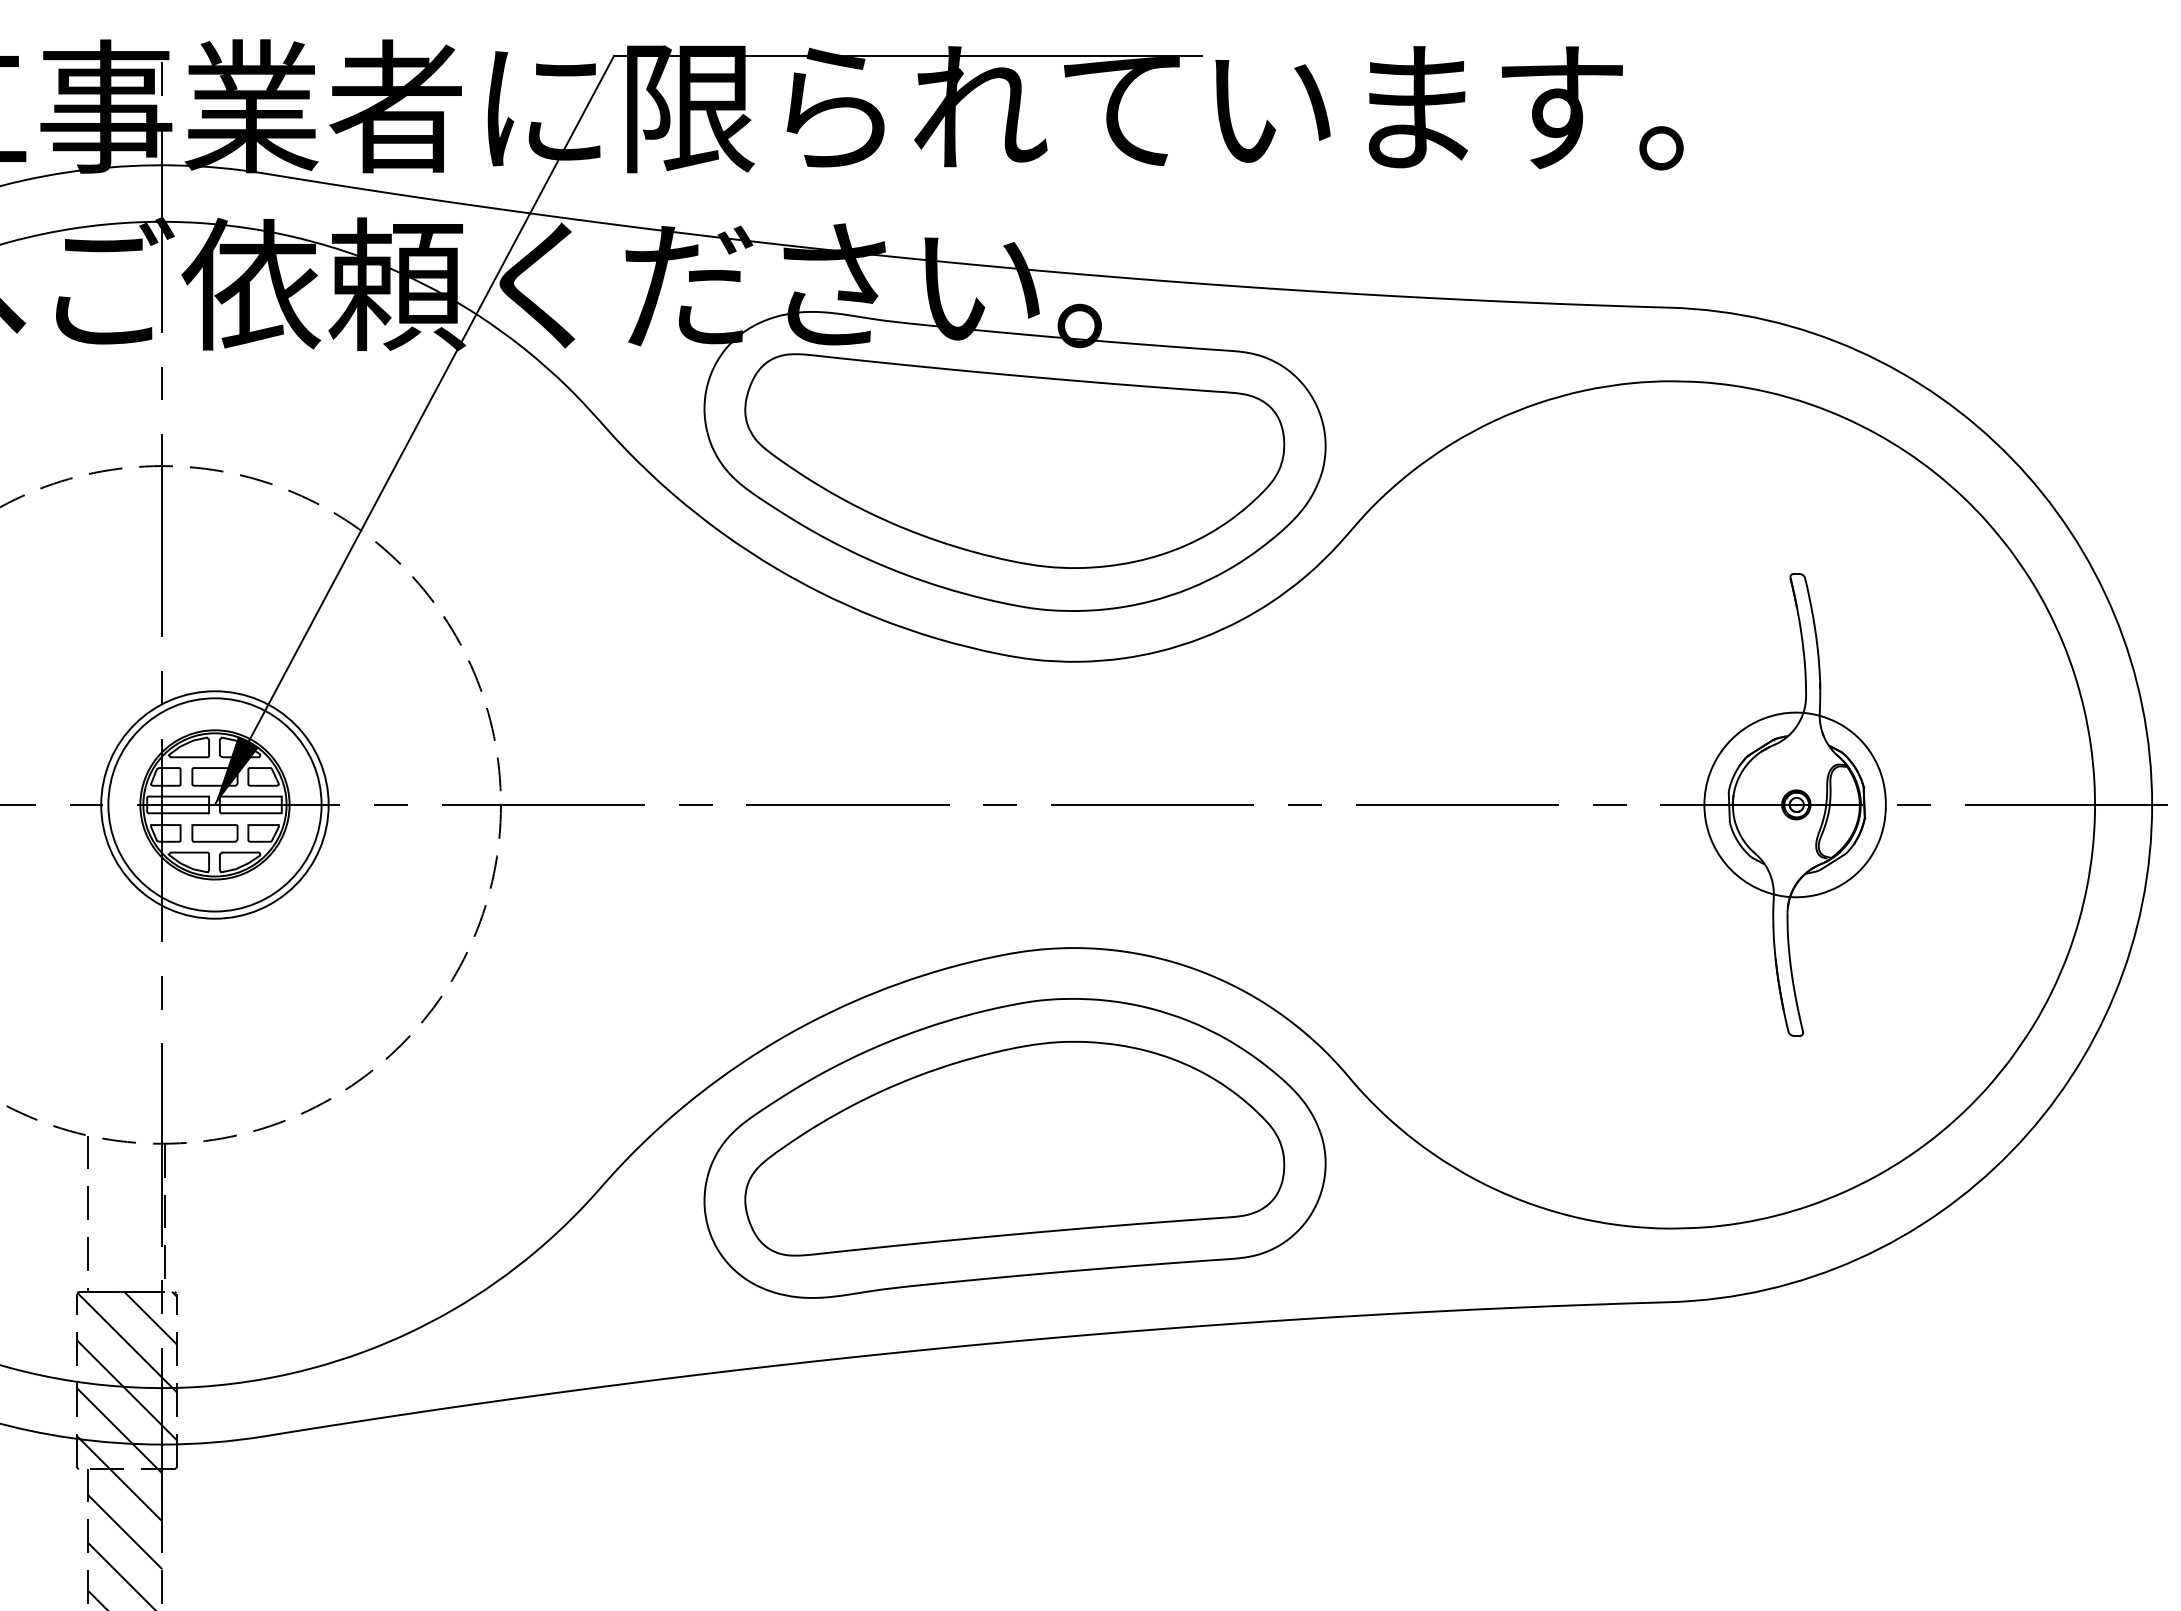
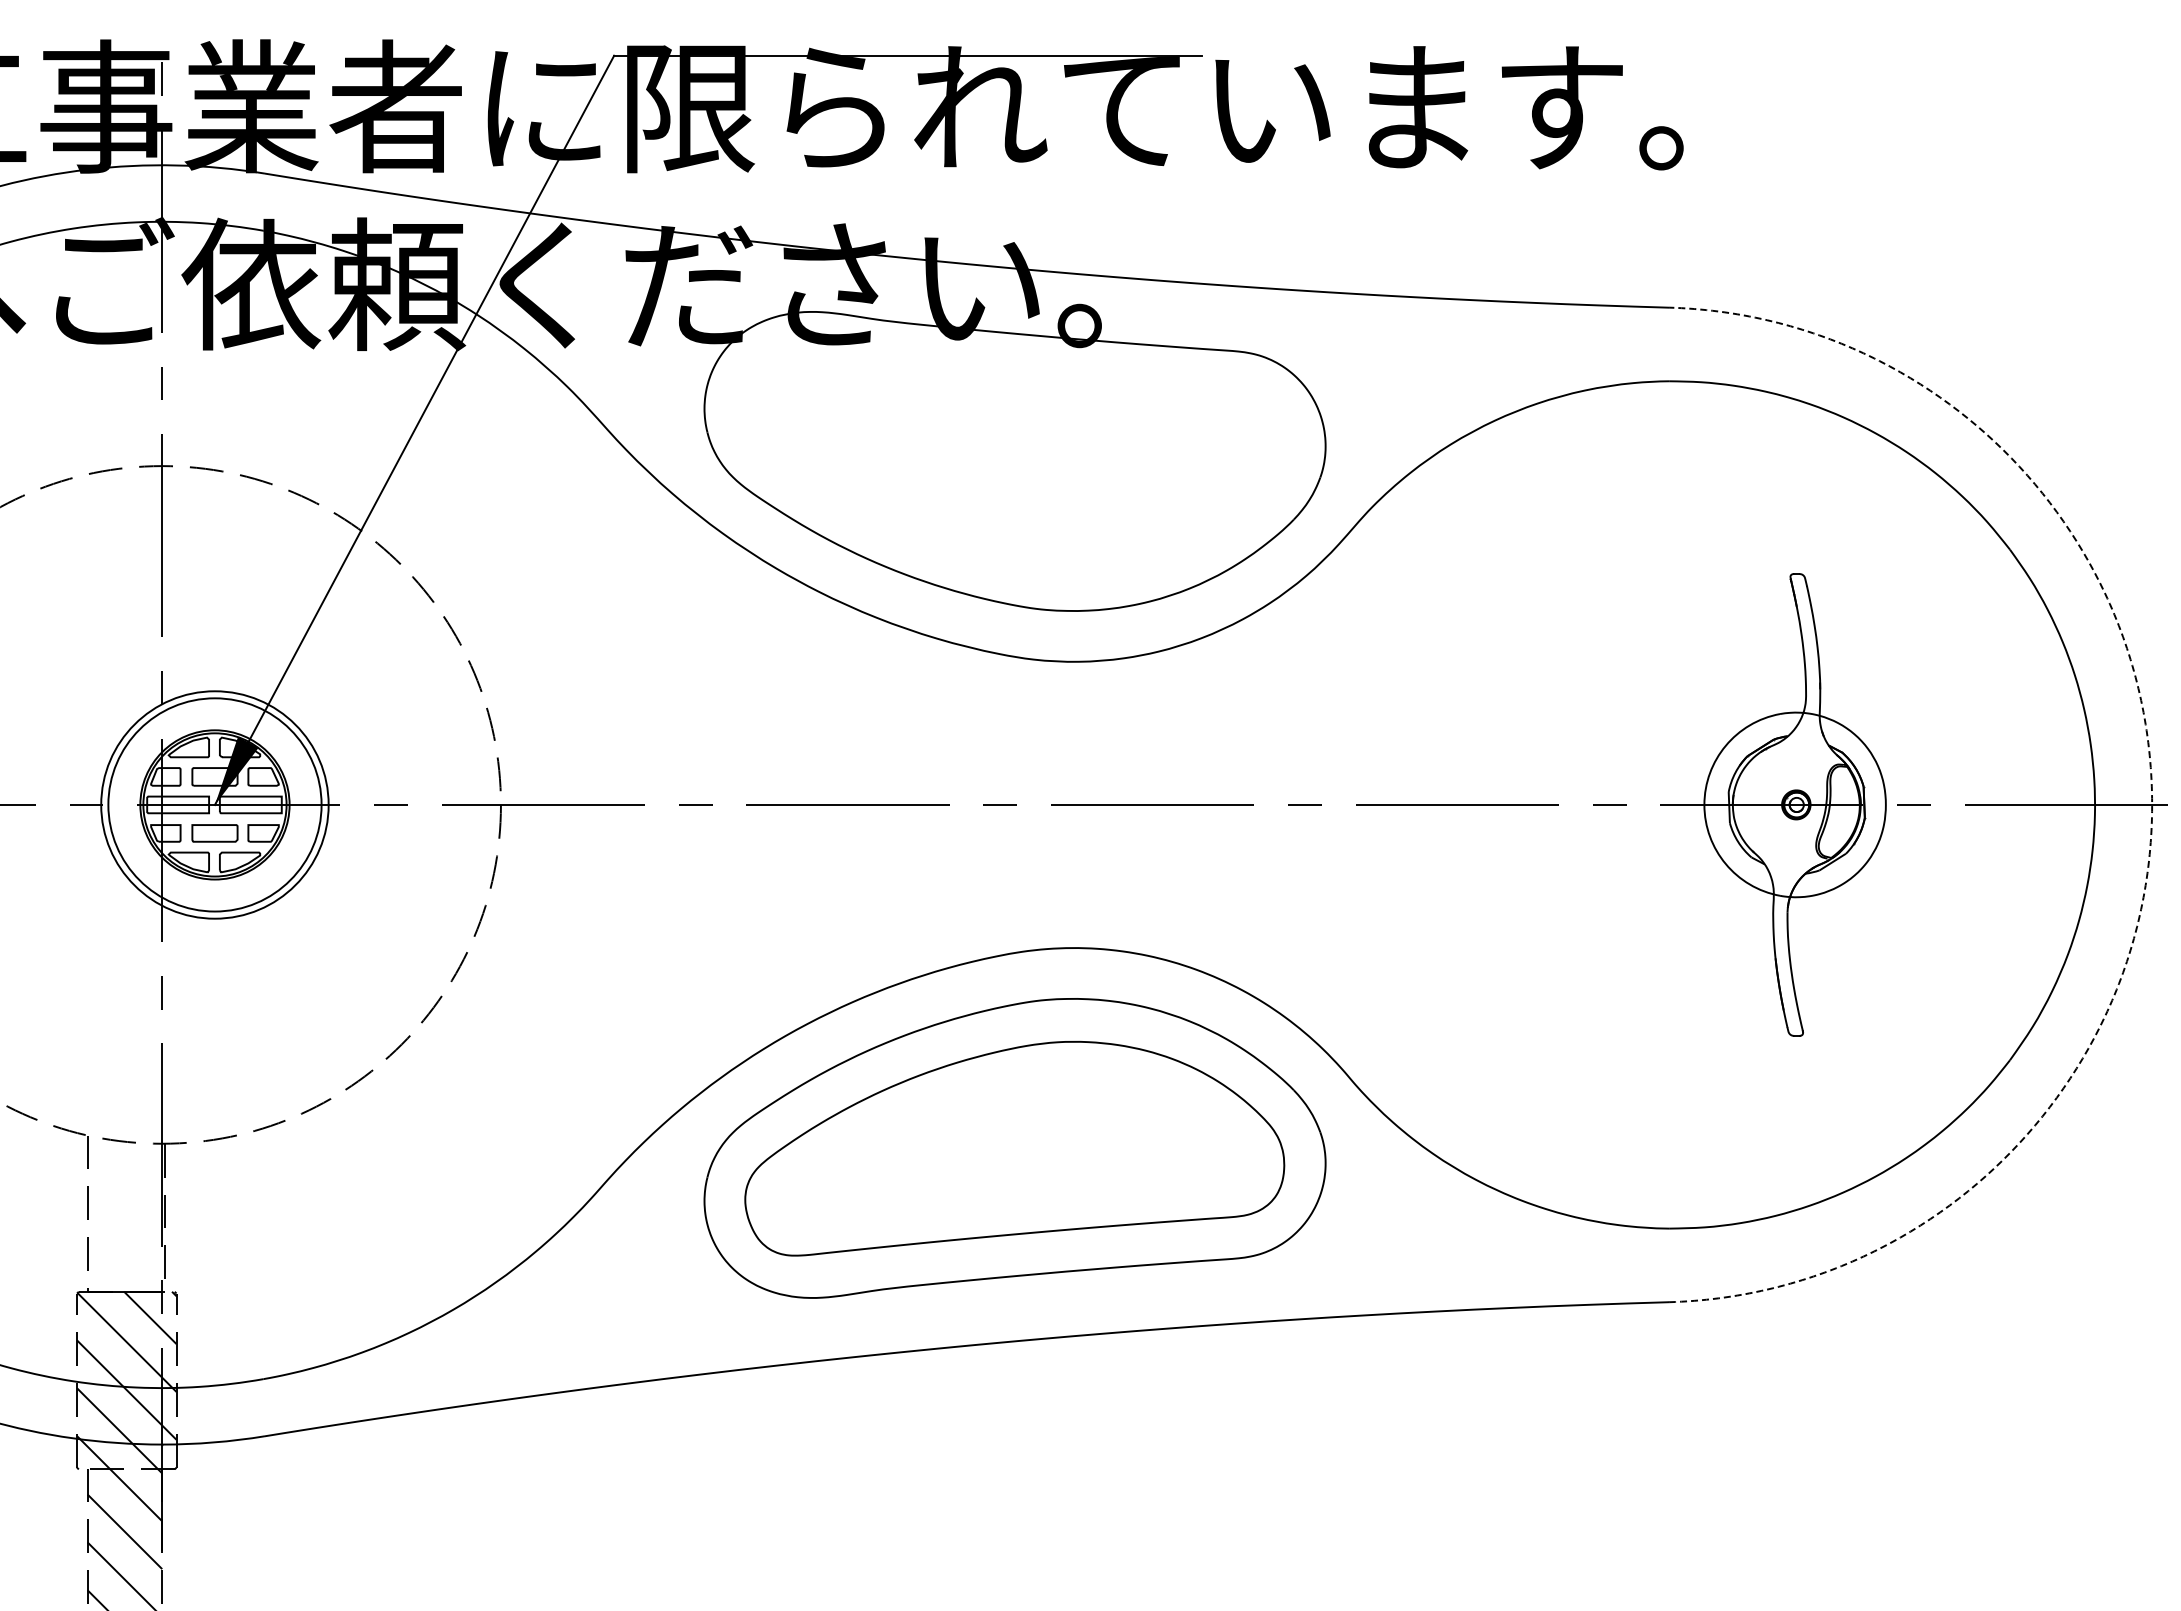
part at (1014, 460): present -> none
arc at (2152, 804): solid -> dashed
